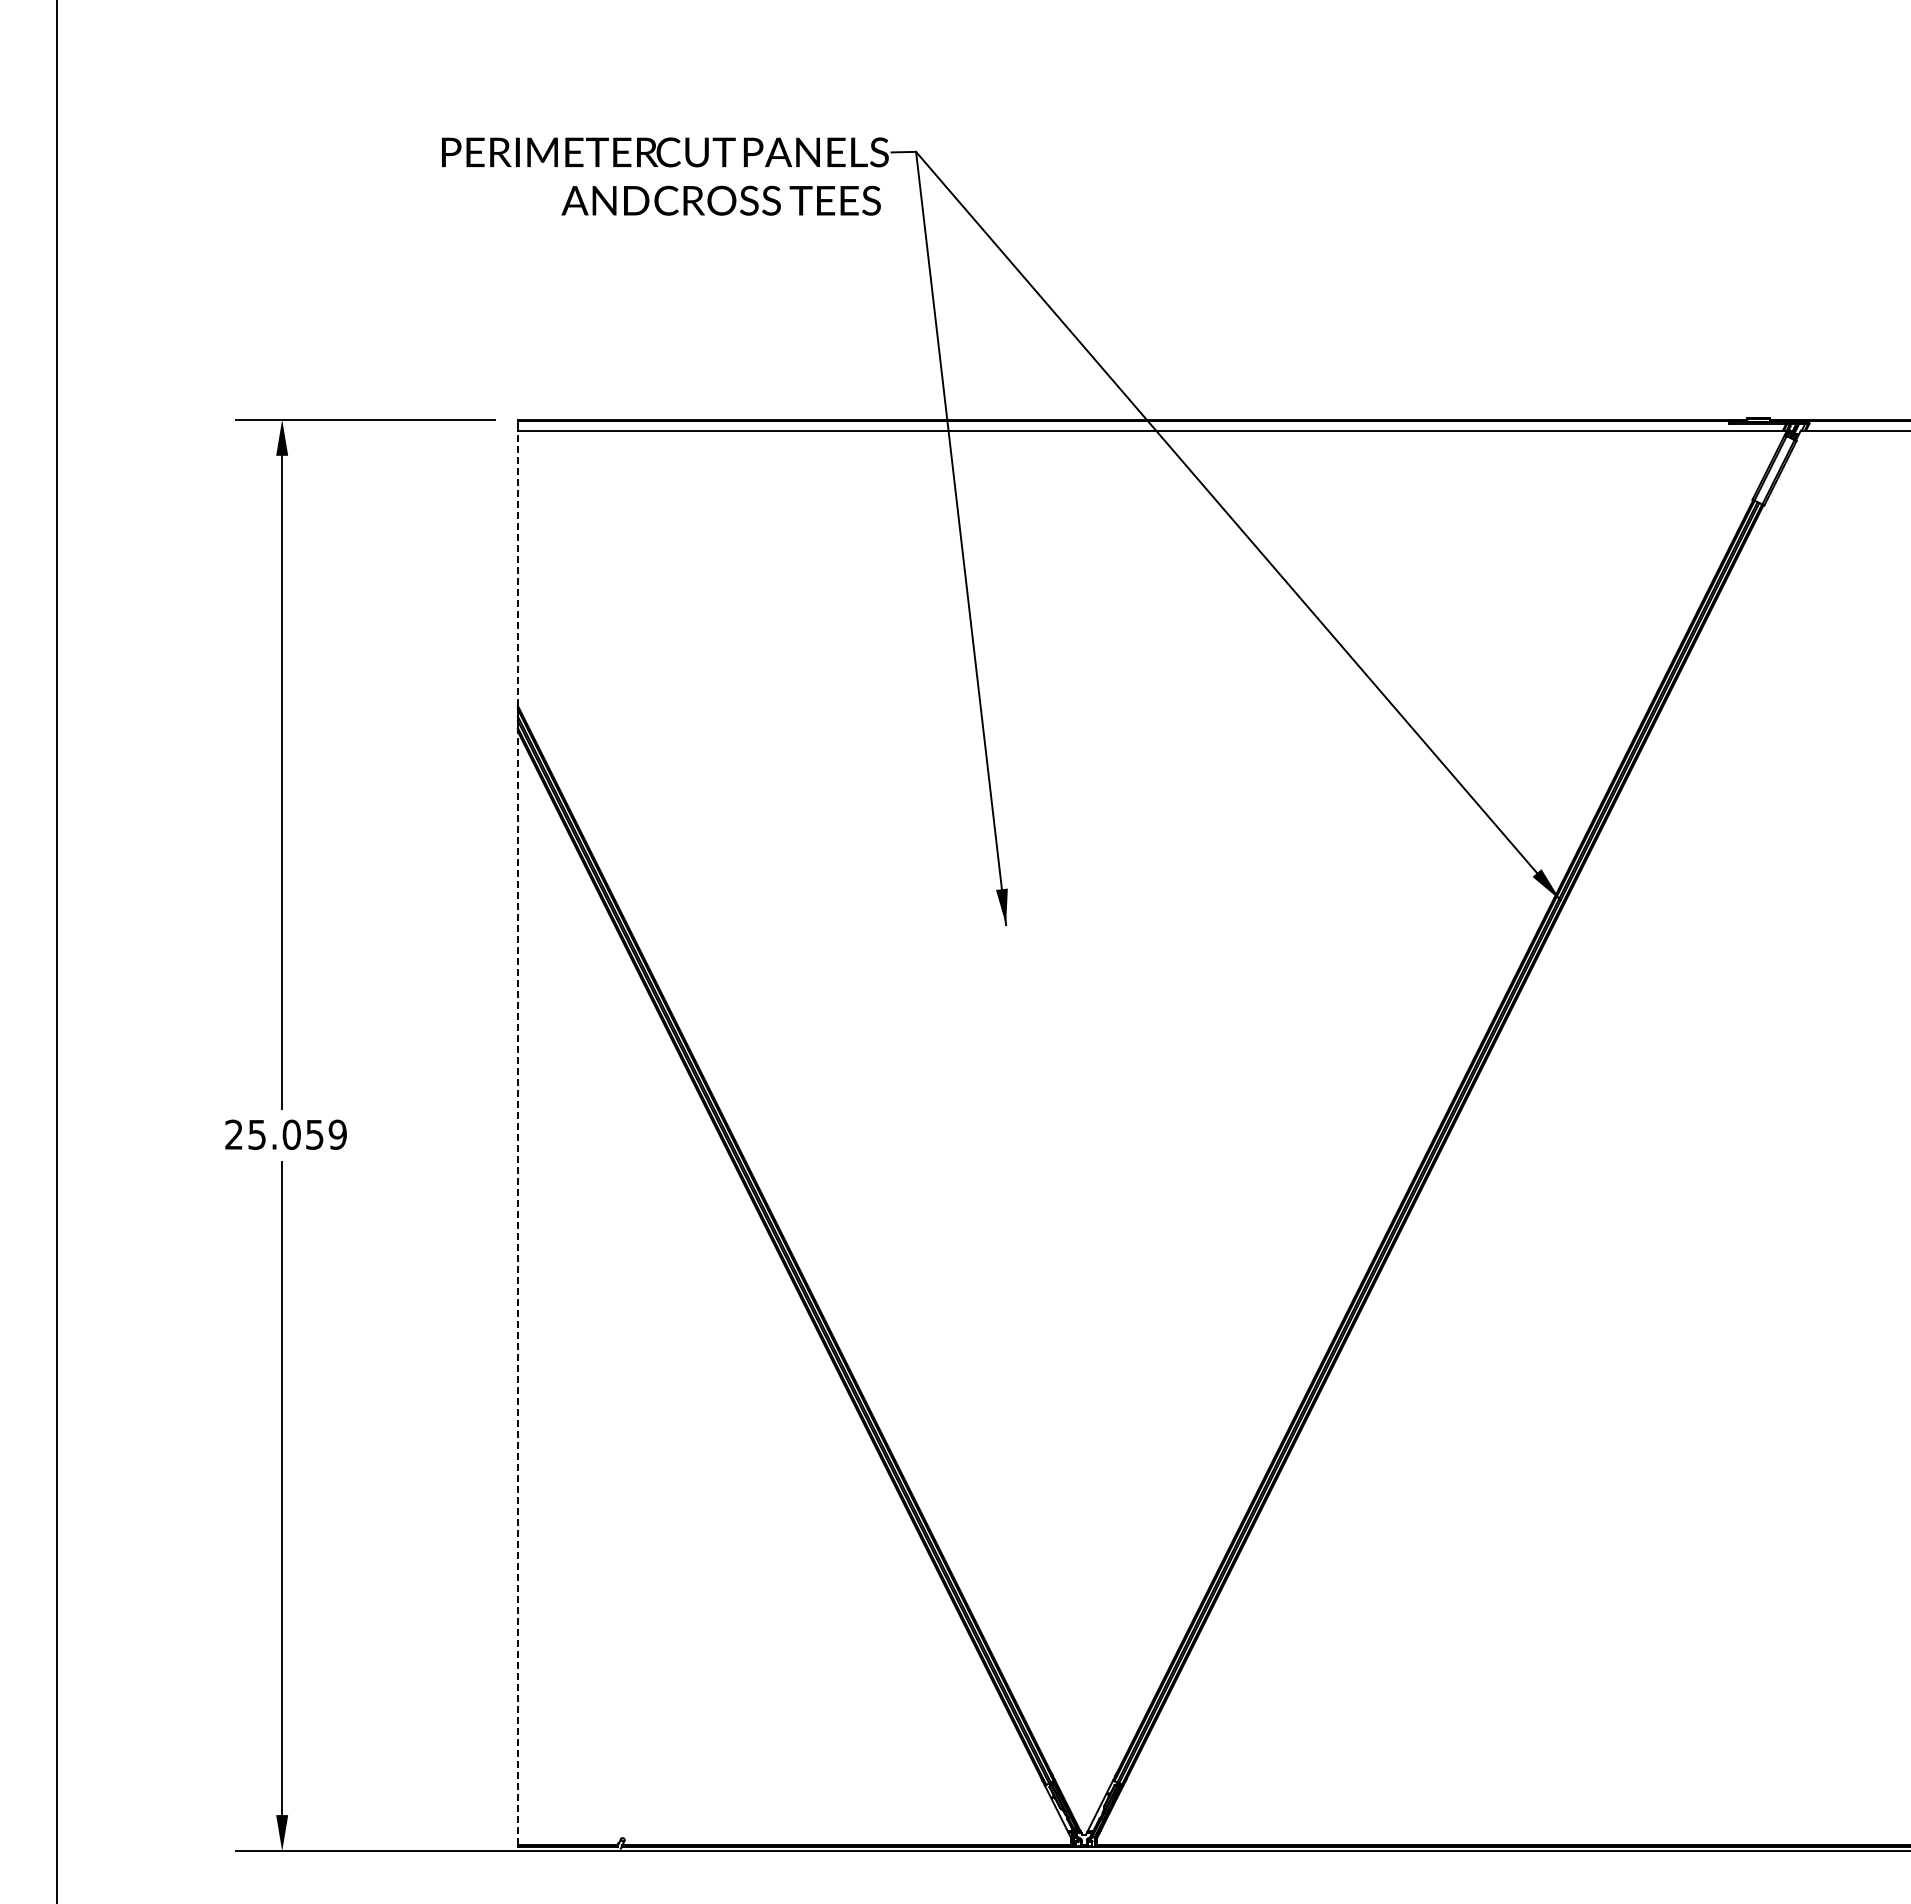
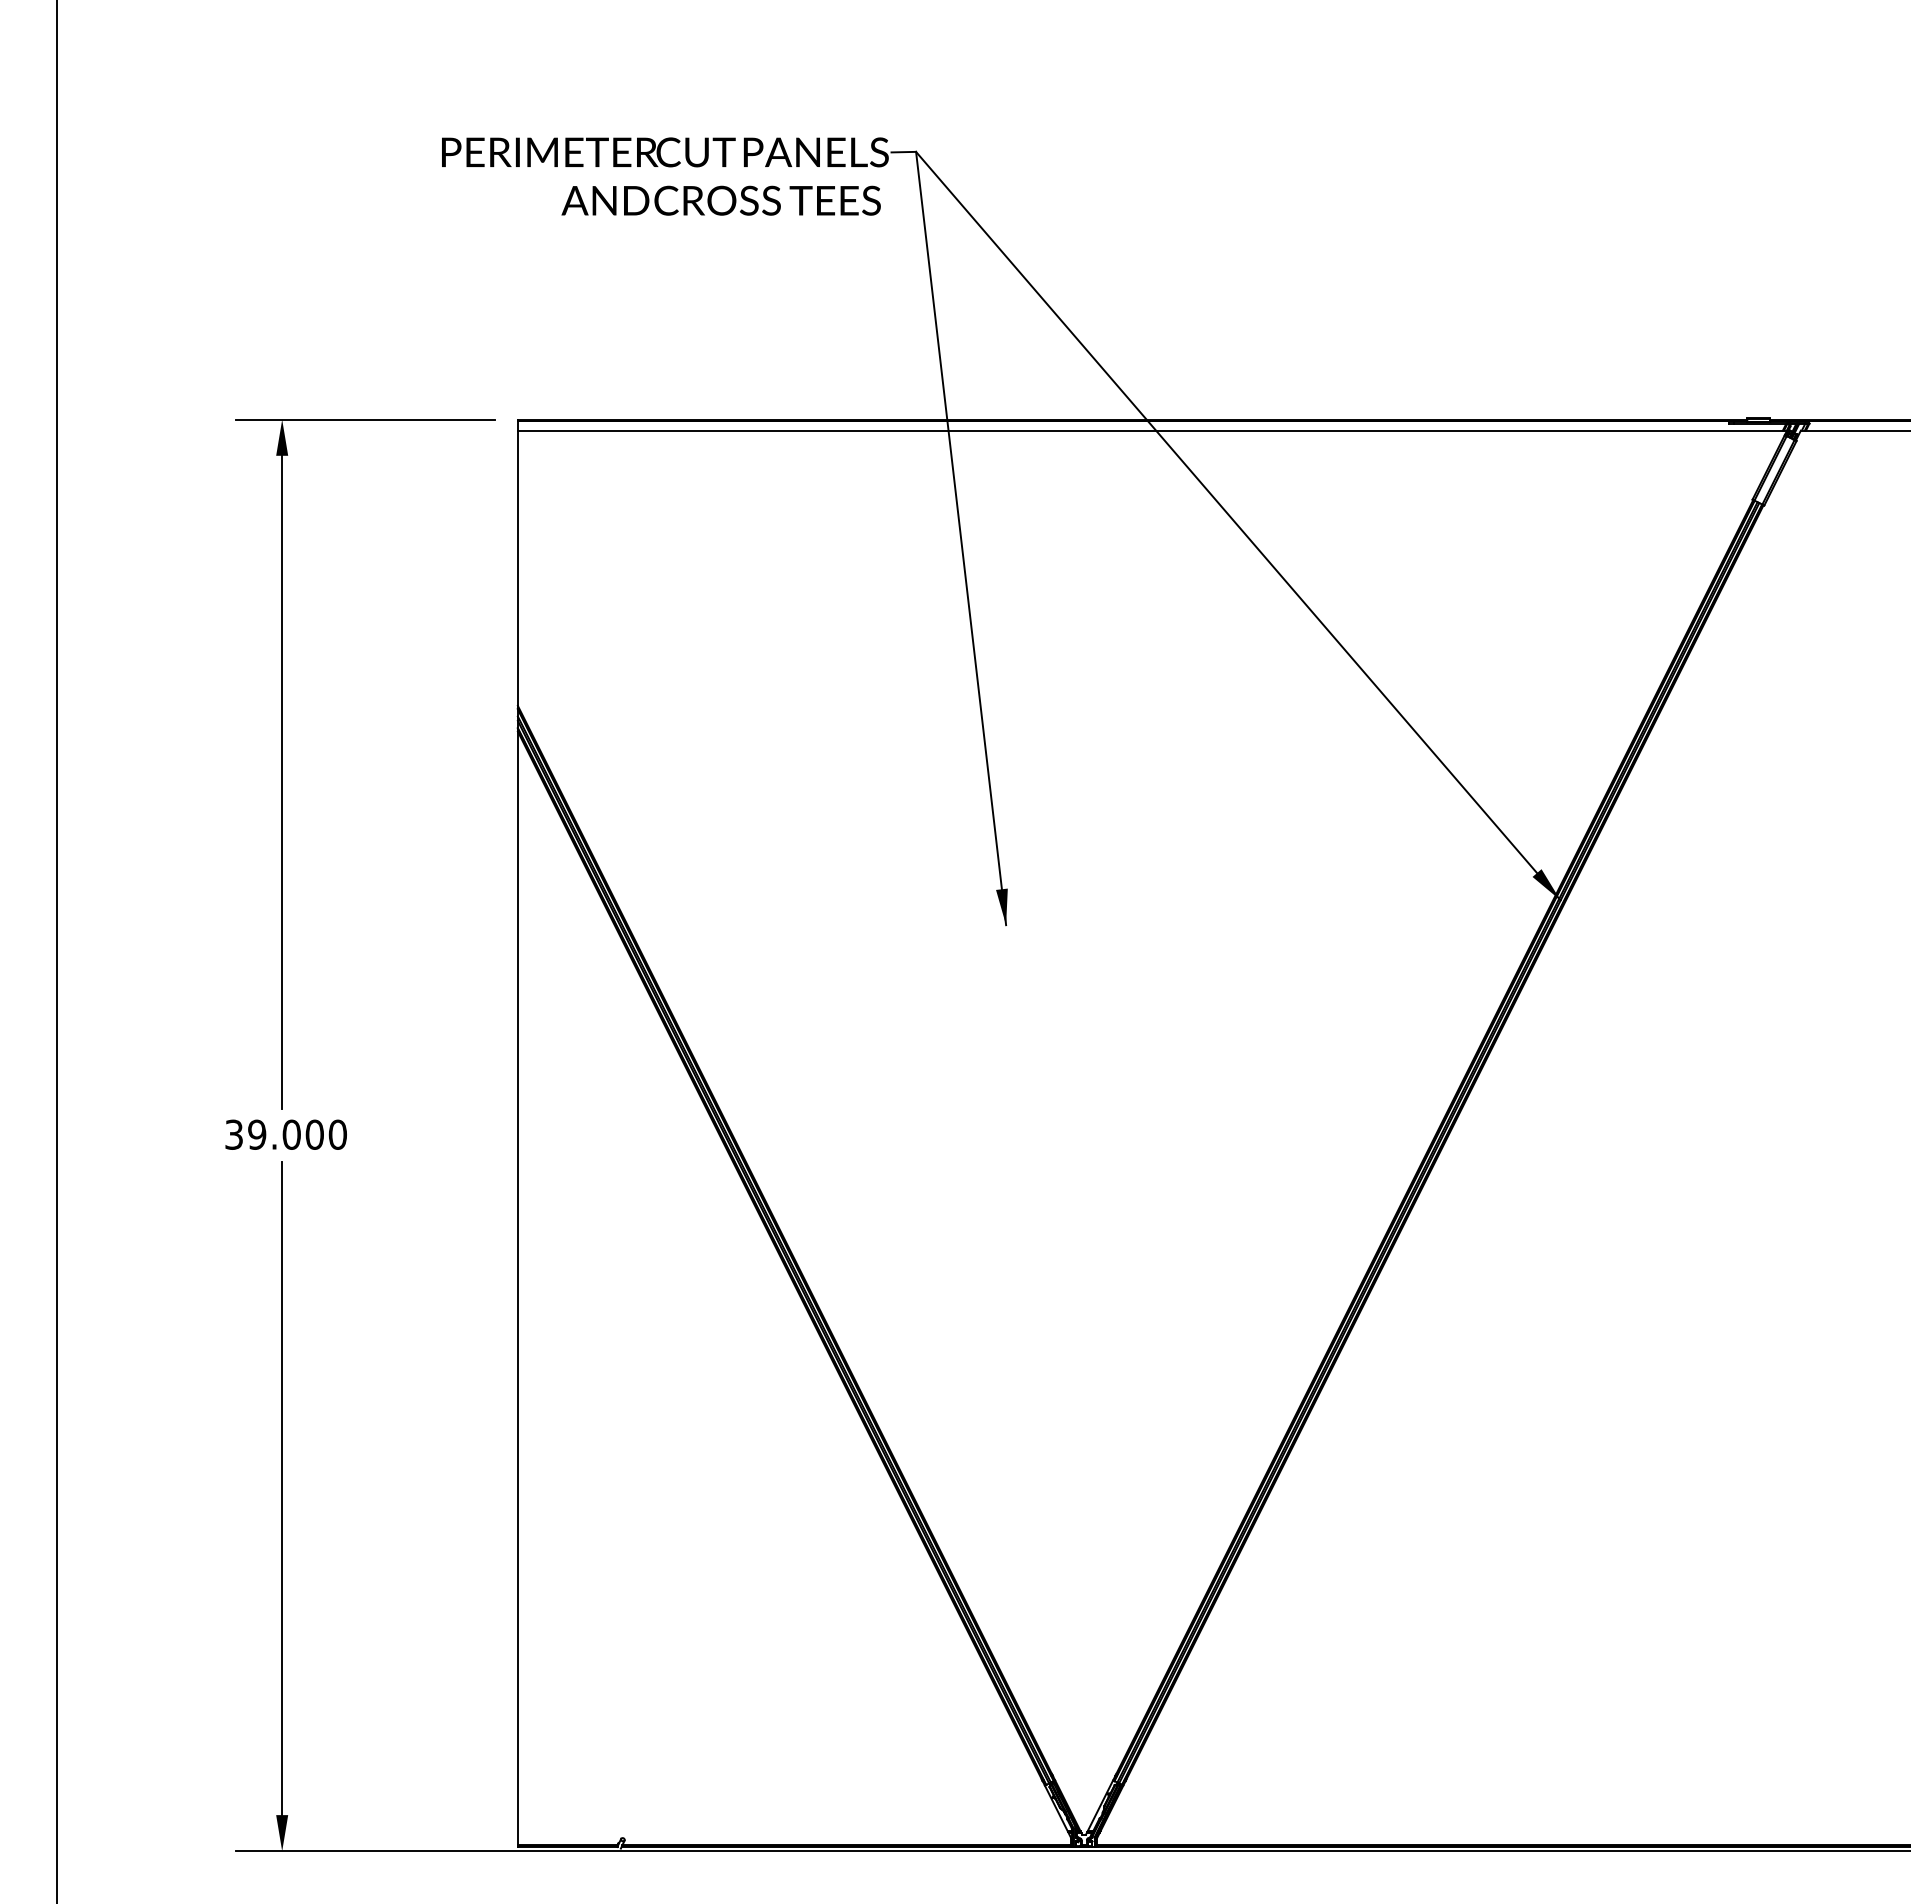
line at (517, 568): dashed -> solid
text at (285, 1134): 25.059 -> 39.000
line at (517, 1288): dashed -> solid
